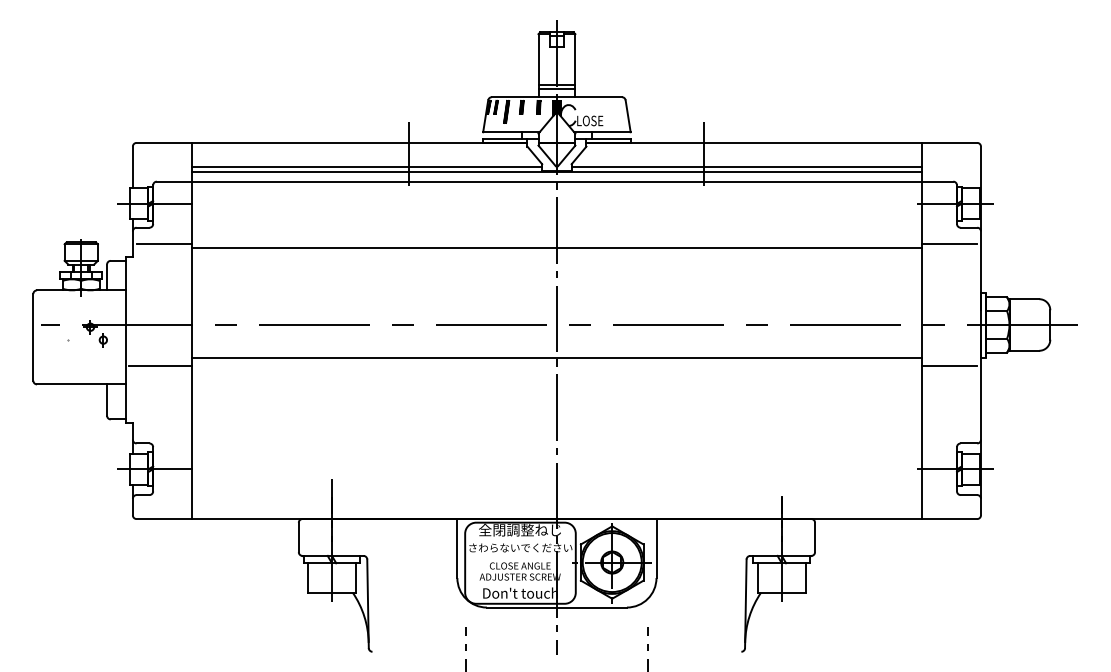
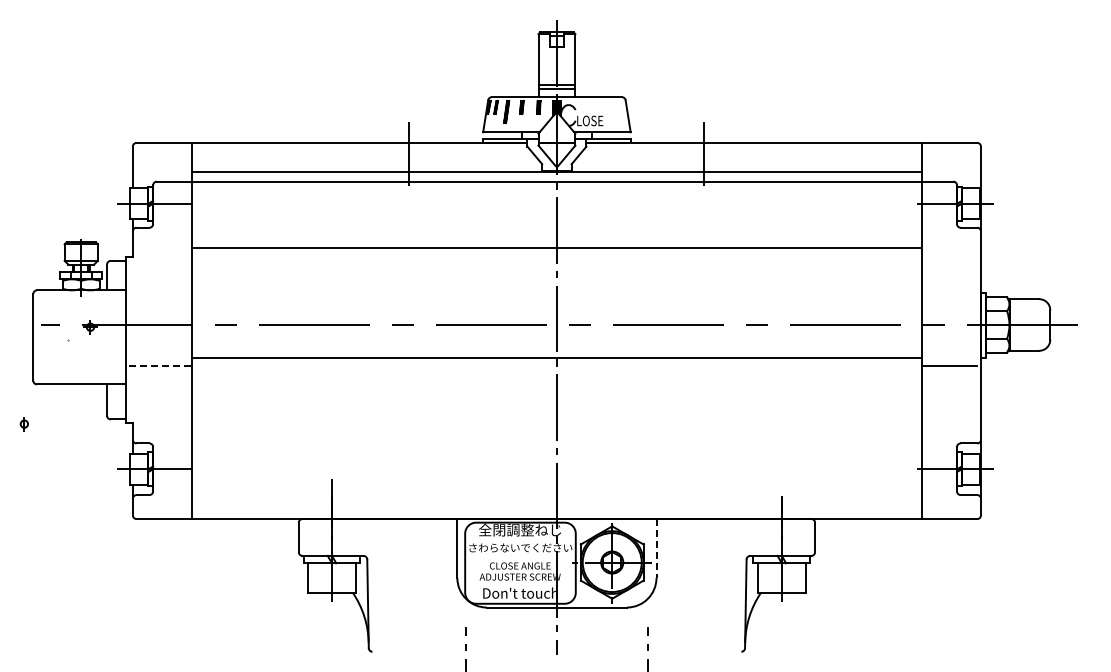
line at (366, 166): present -> none
line at (746, 166): present -> none
line at (163, 243): present -> none
line at (949, 243): present -> none
part at (102, 340) position: (102, 340) -> (23, 424)
line at (161, 365): solid -> dashed
line at (656, 549): solid -> dashed
